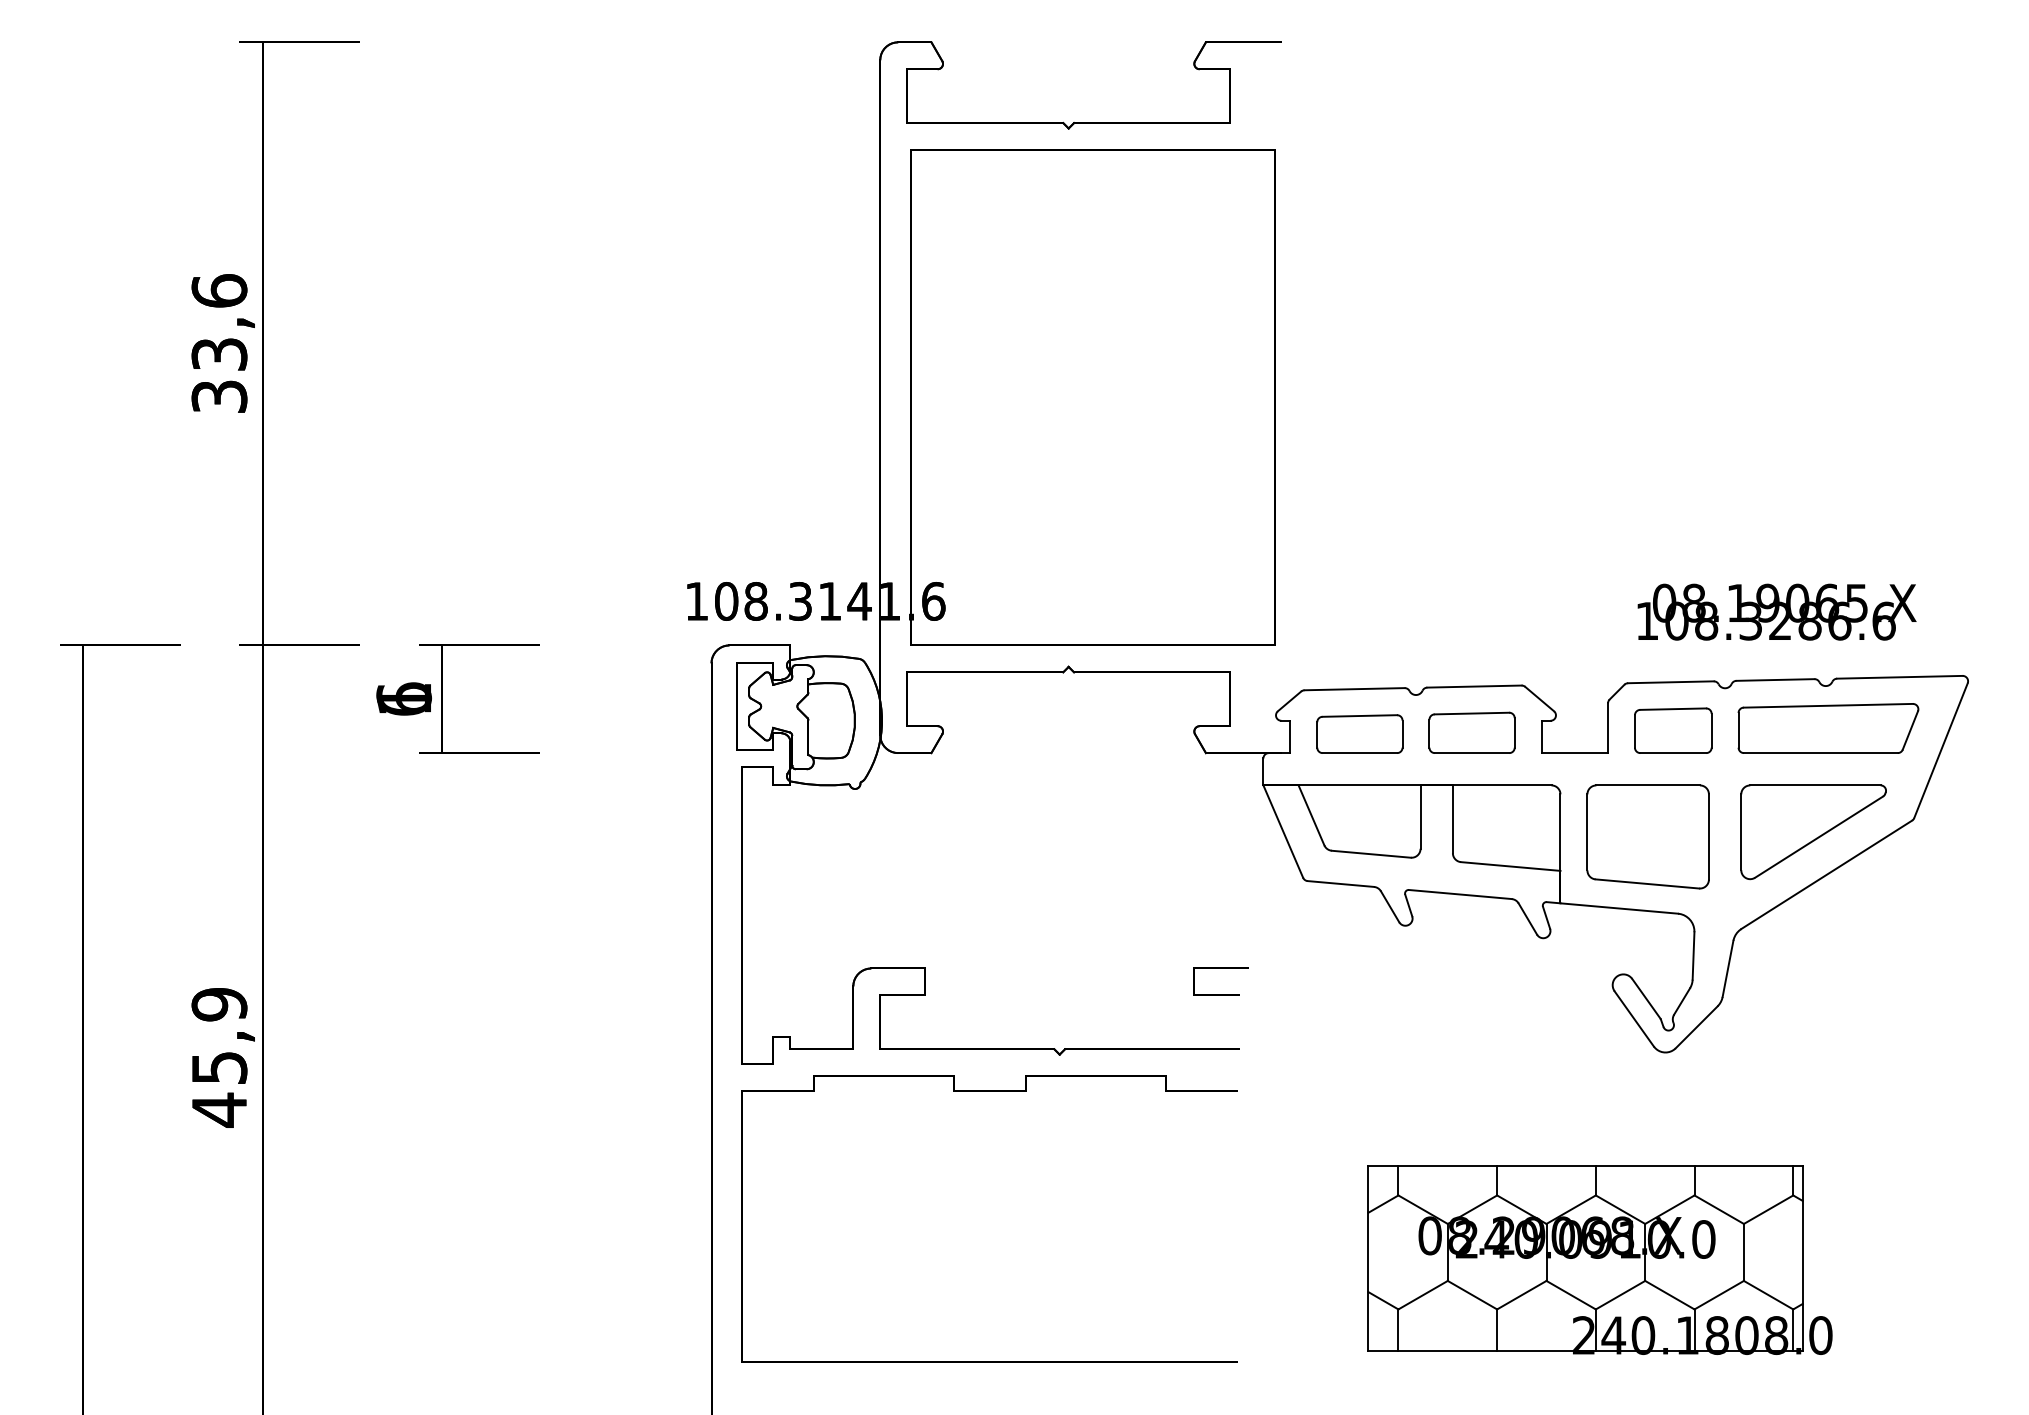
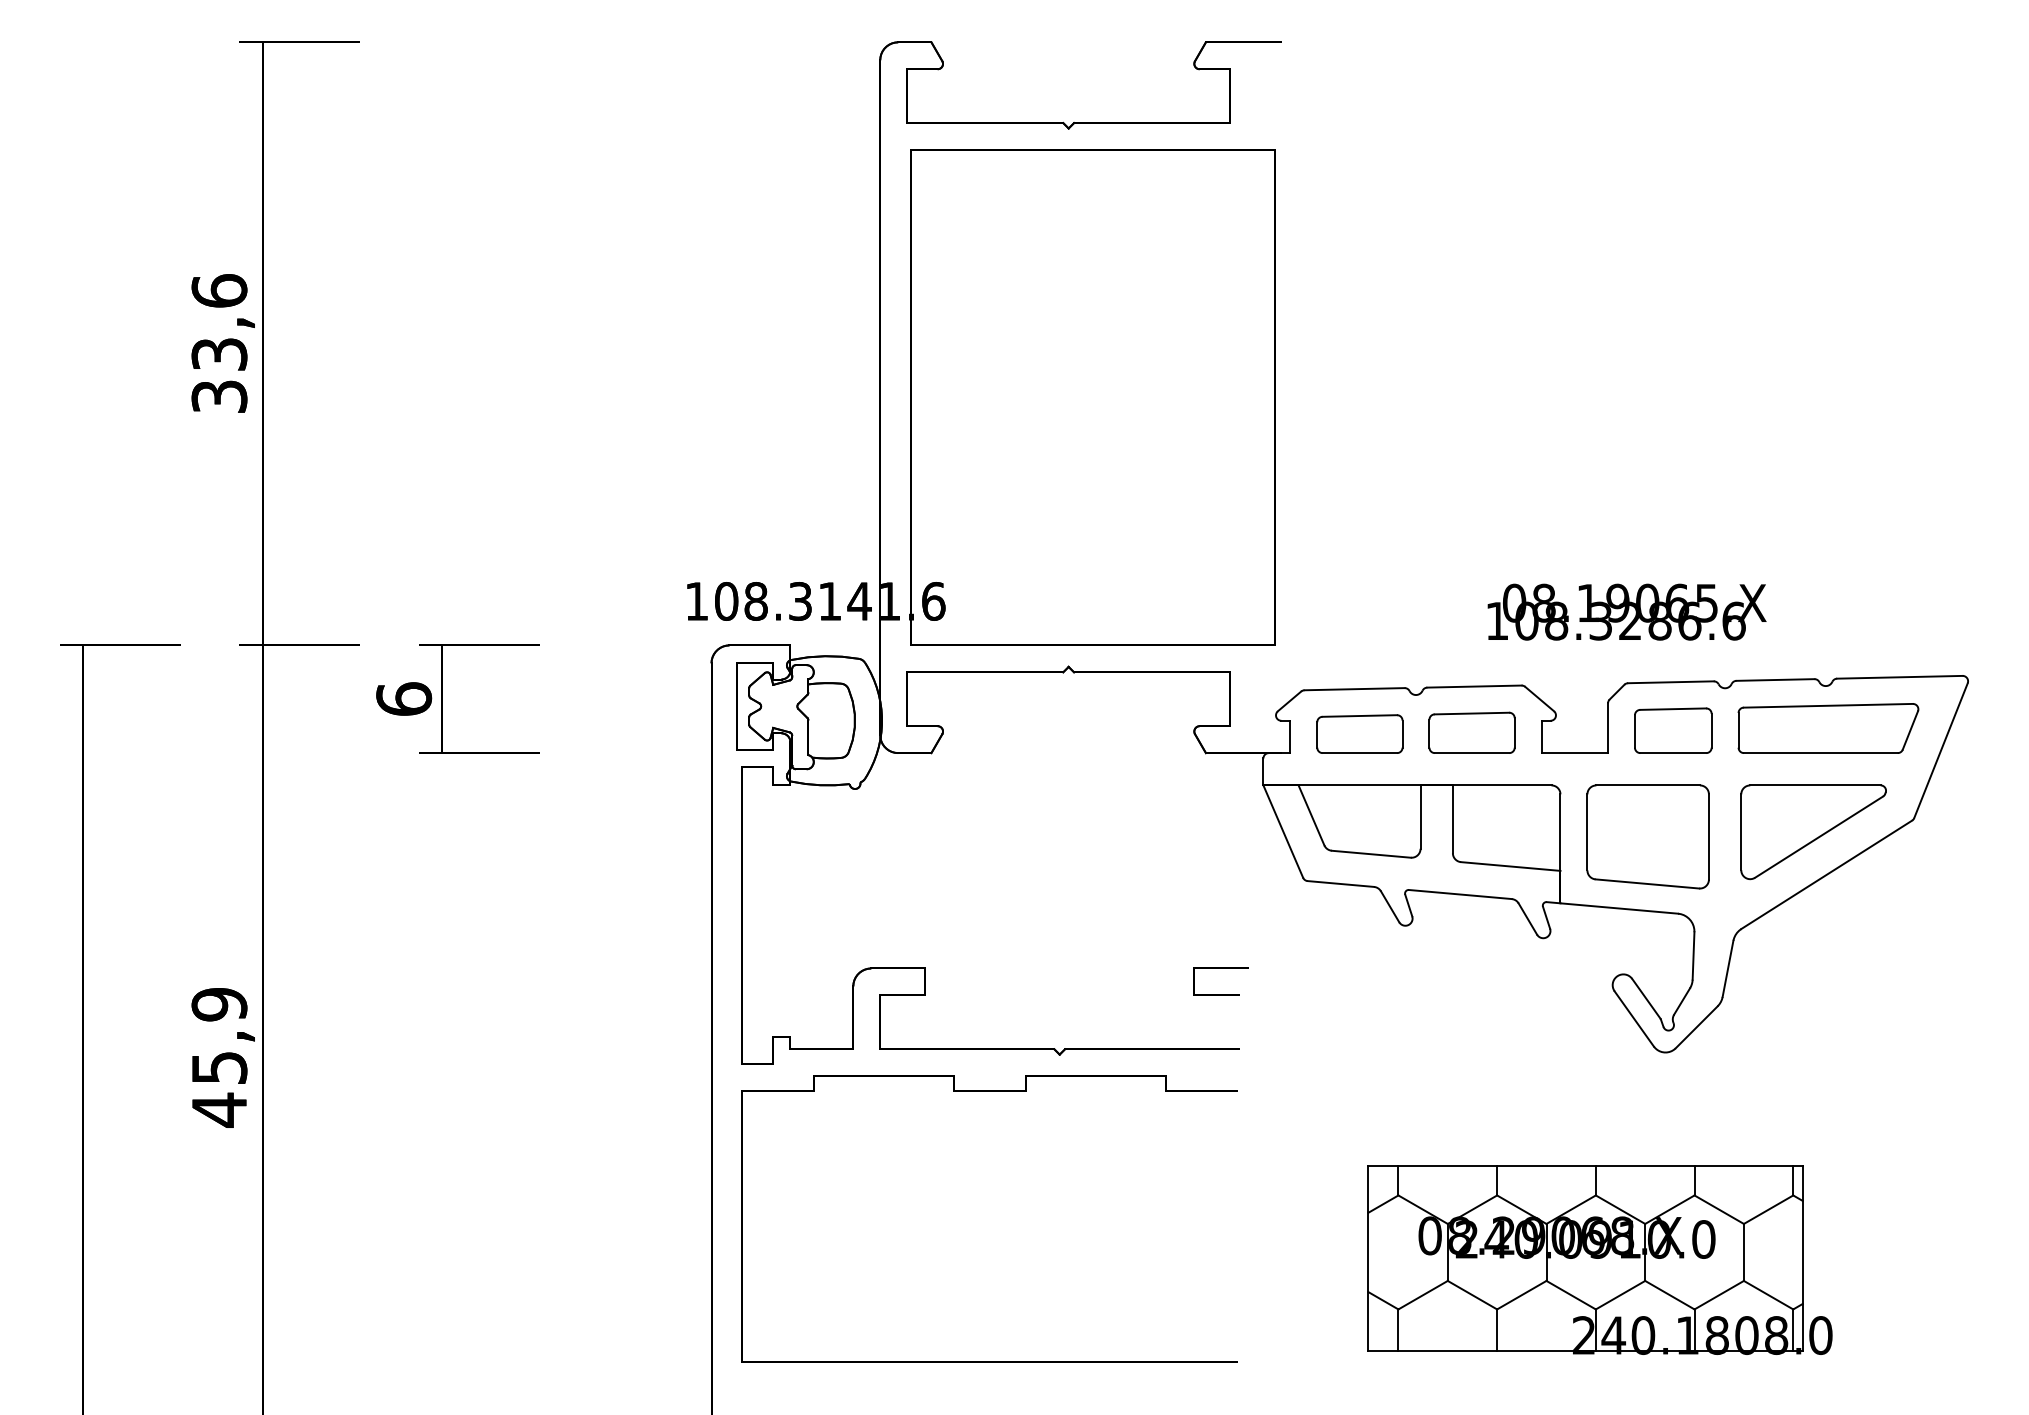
text at (1776, 611) position: (1776, 611) -> (1626, 611)
text at (403, 698): 1 -> 6
